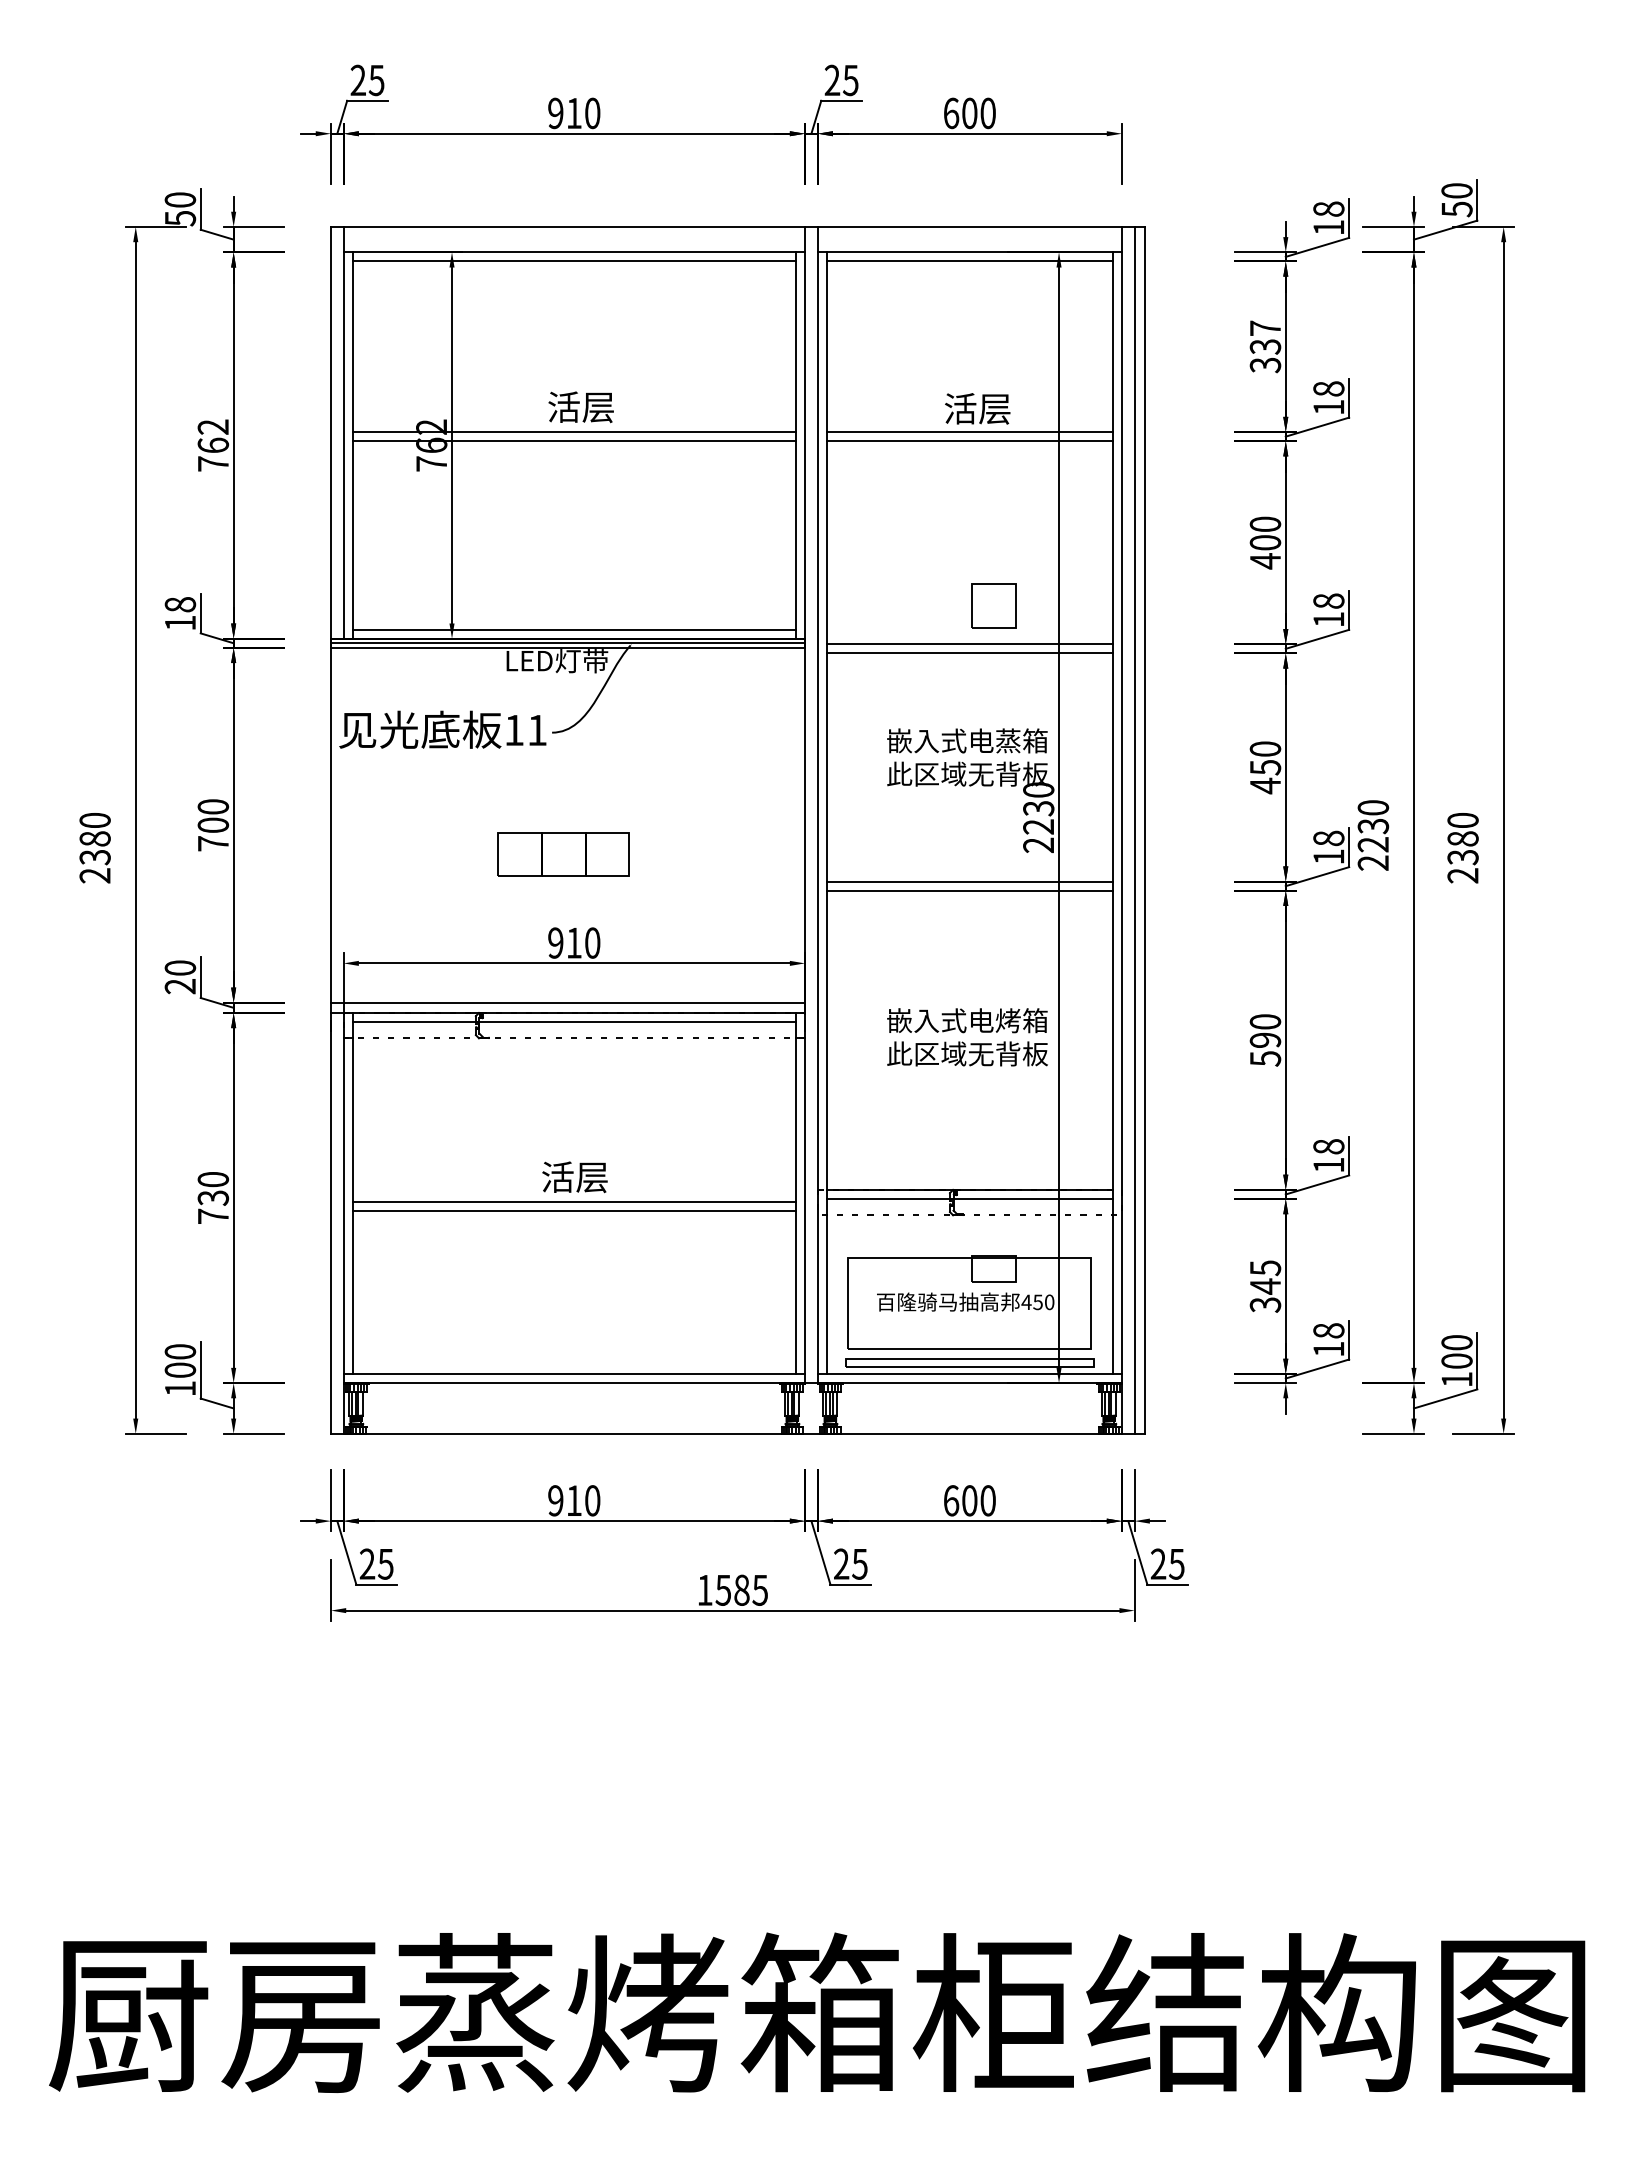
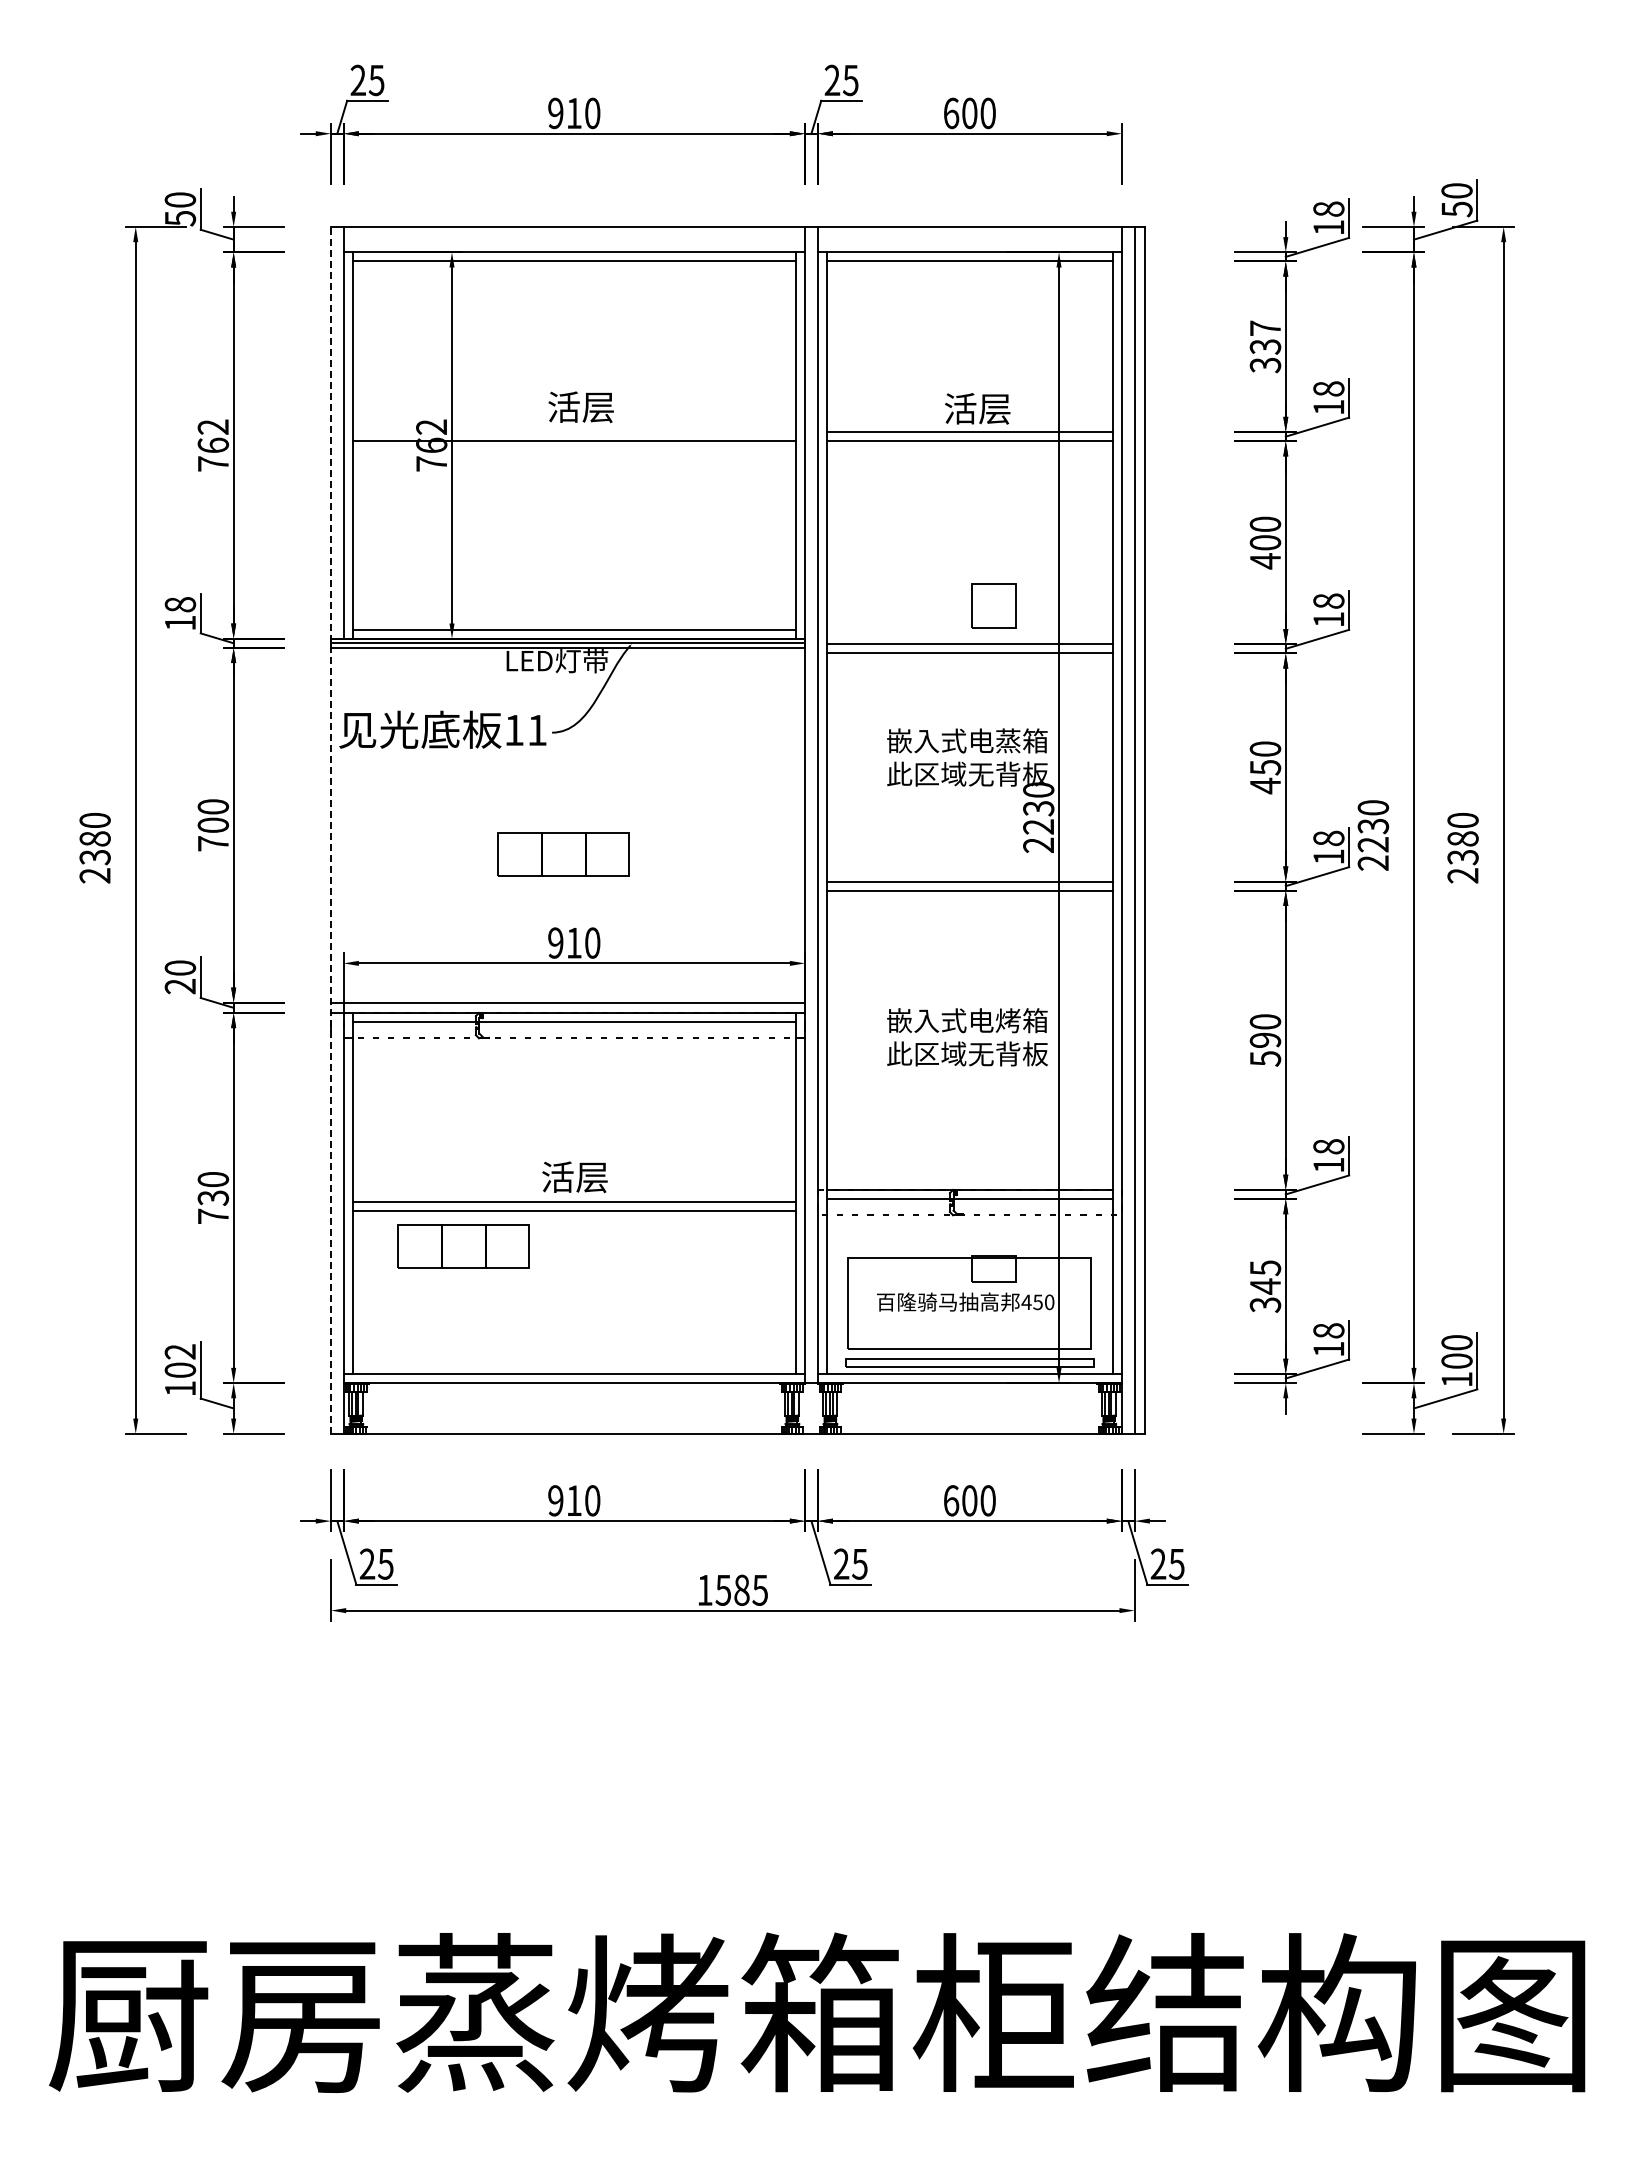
line at (573, 432): present -> none
line at (330, 829): solid -> dashed
part at (463, 1246): none -> present
text at (180, 1351): 100 -> 102
